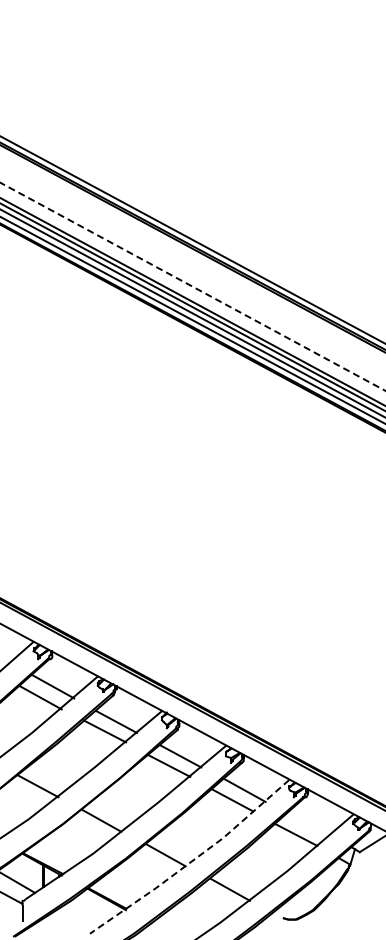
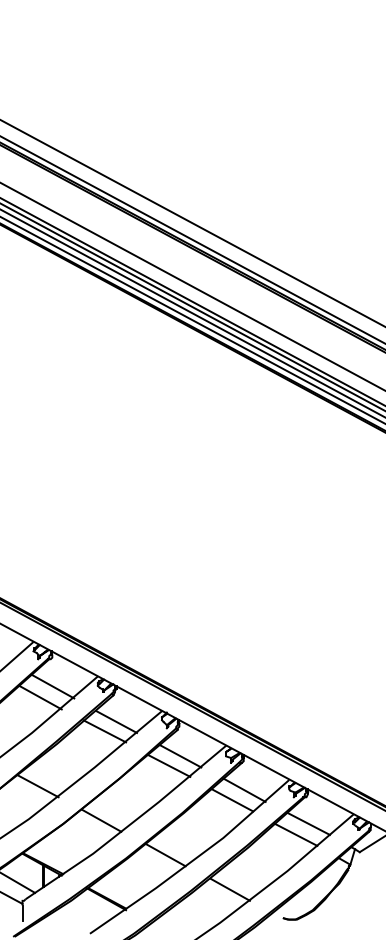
line at (192, 223): none -> present
line at (192, 286): dashed -> solid
line at (308, 823): none -> present
line at (192, 861): dashed -> solid
